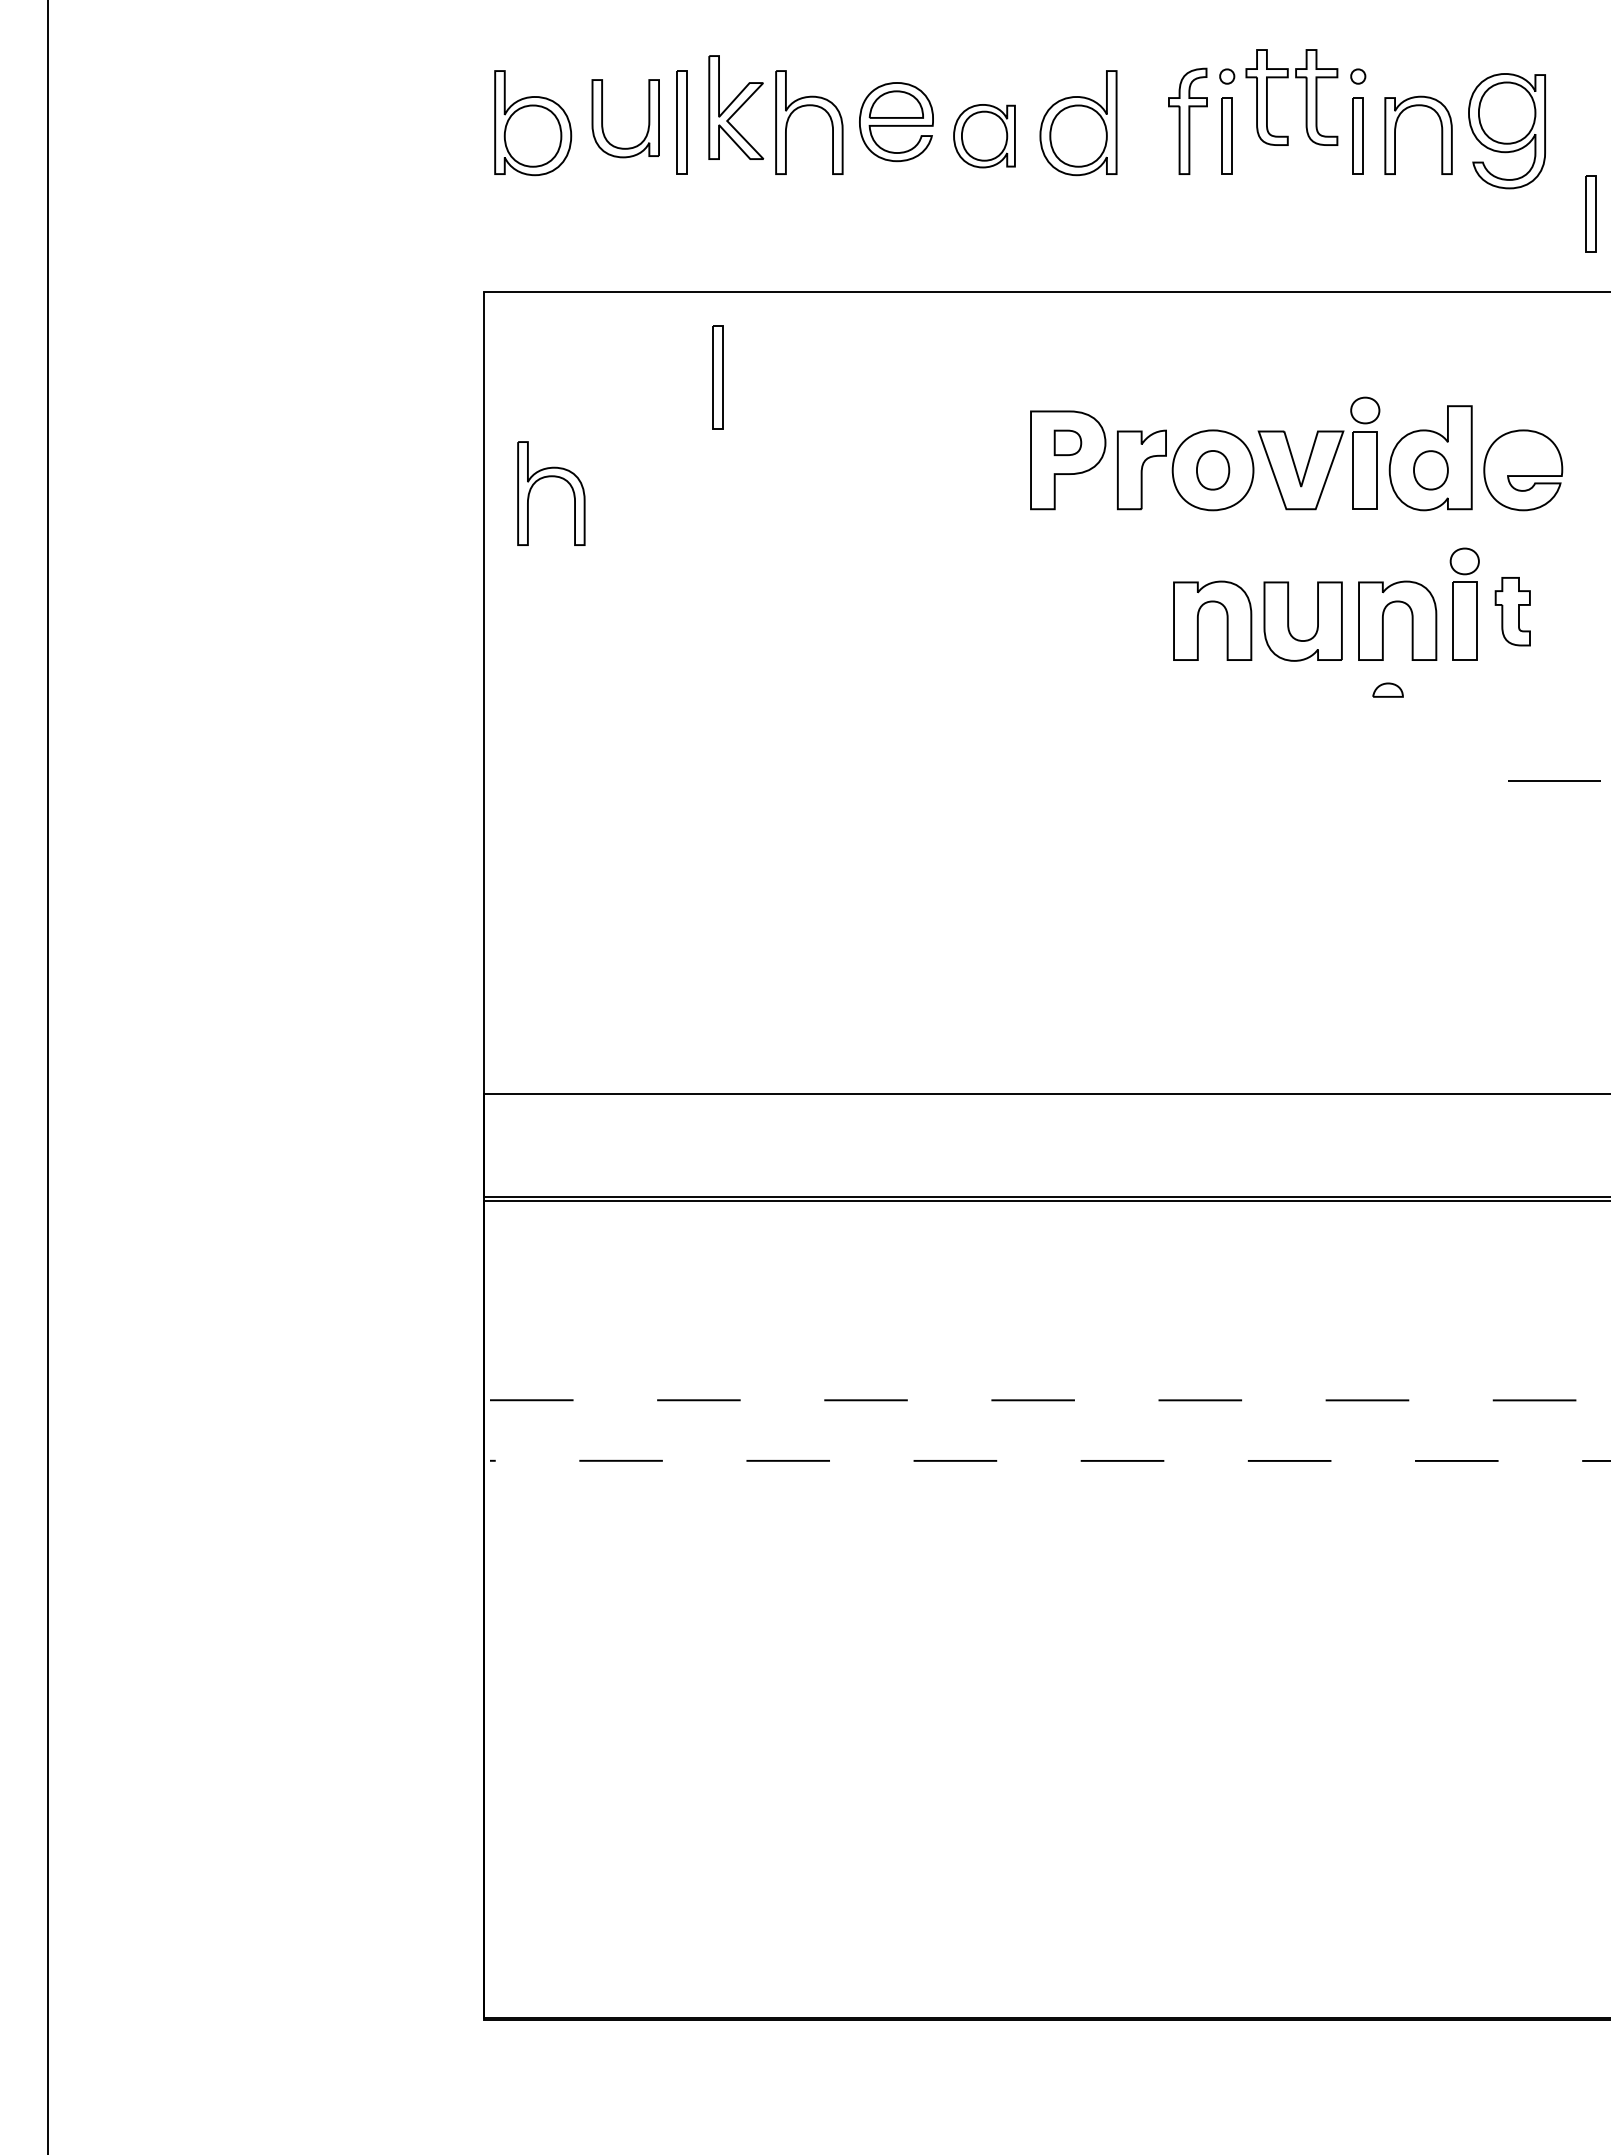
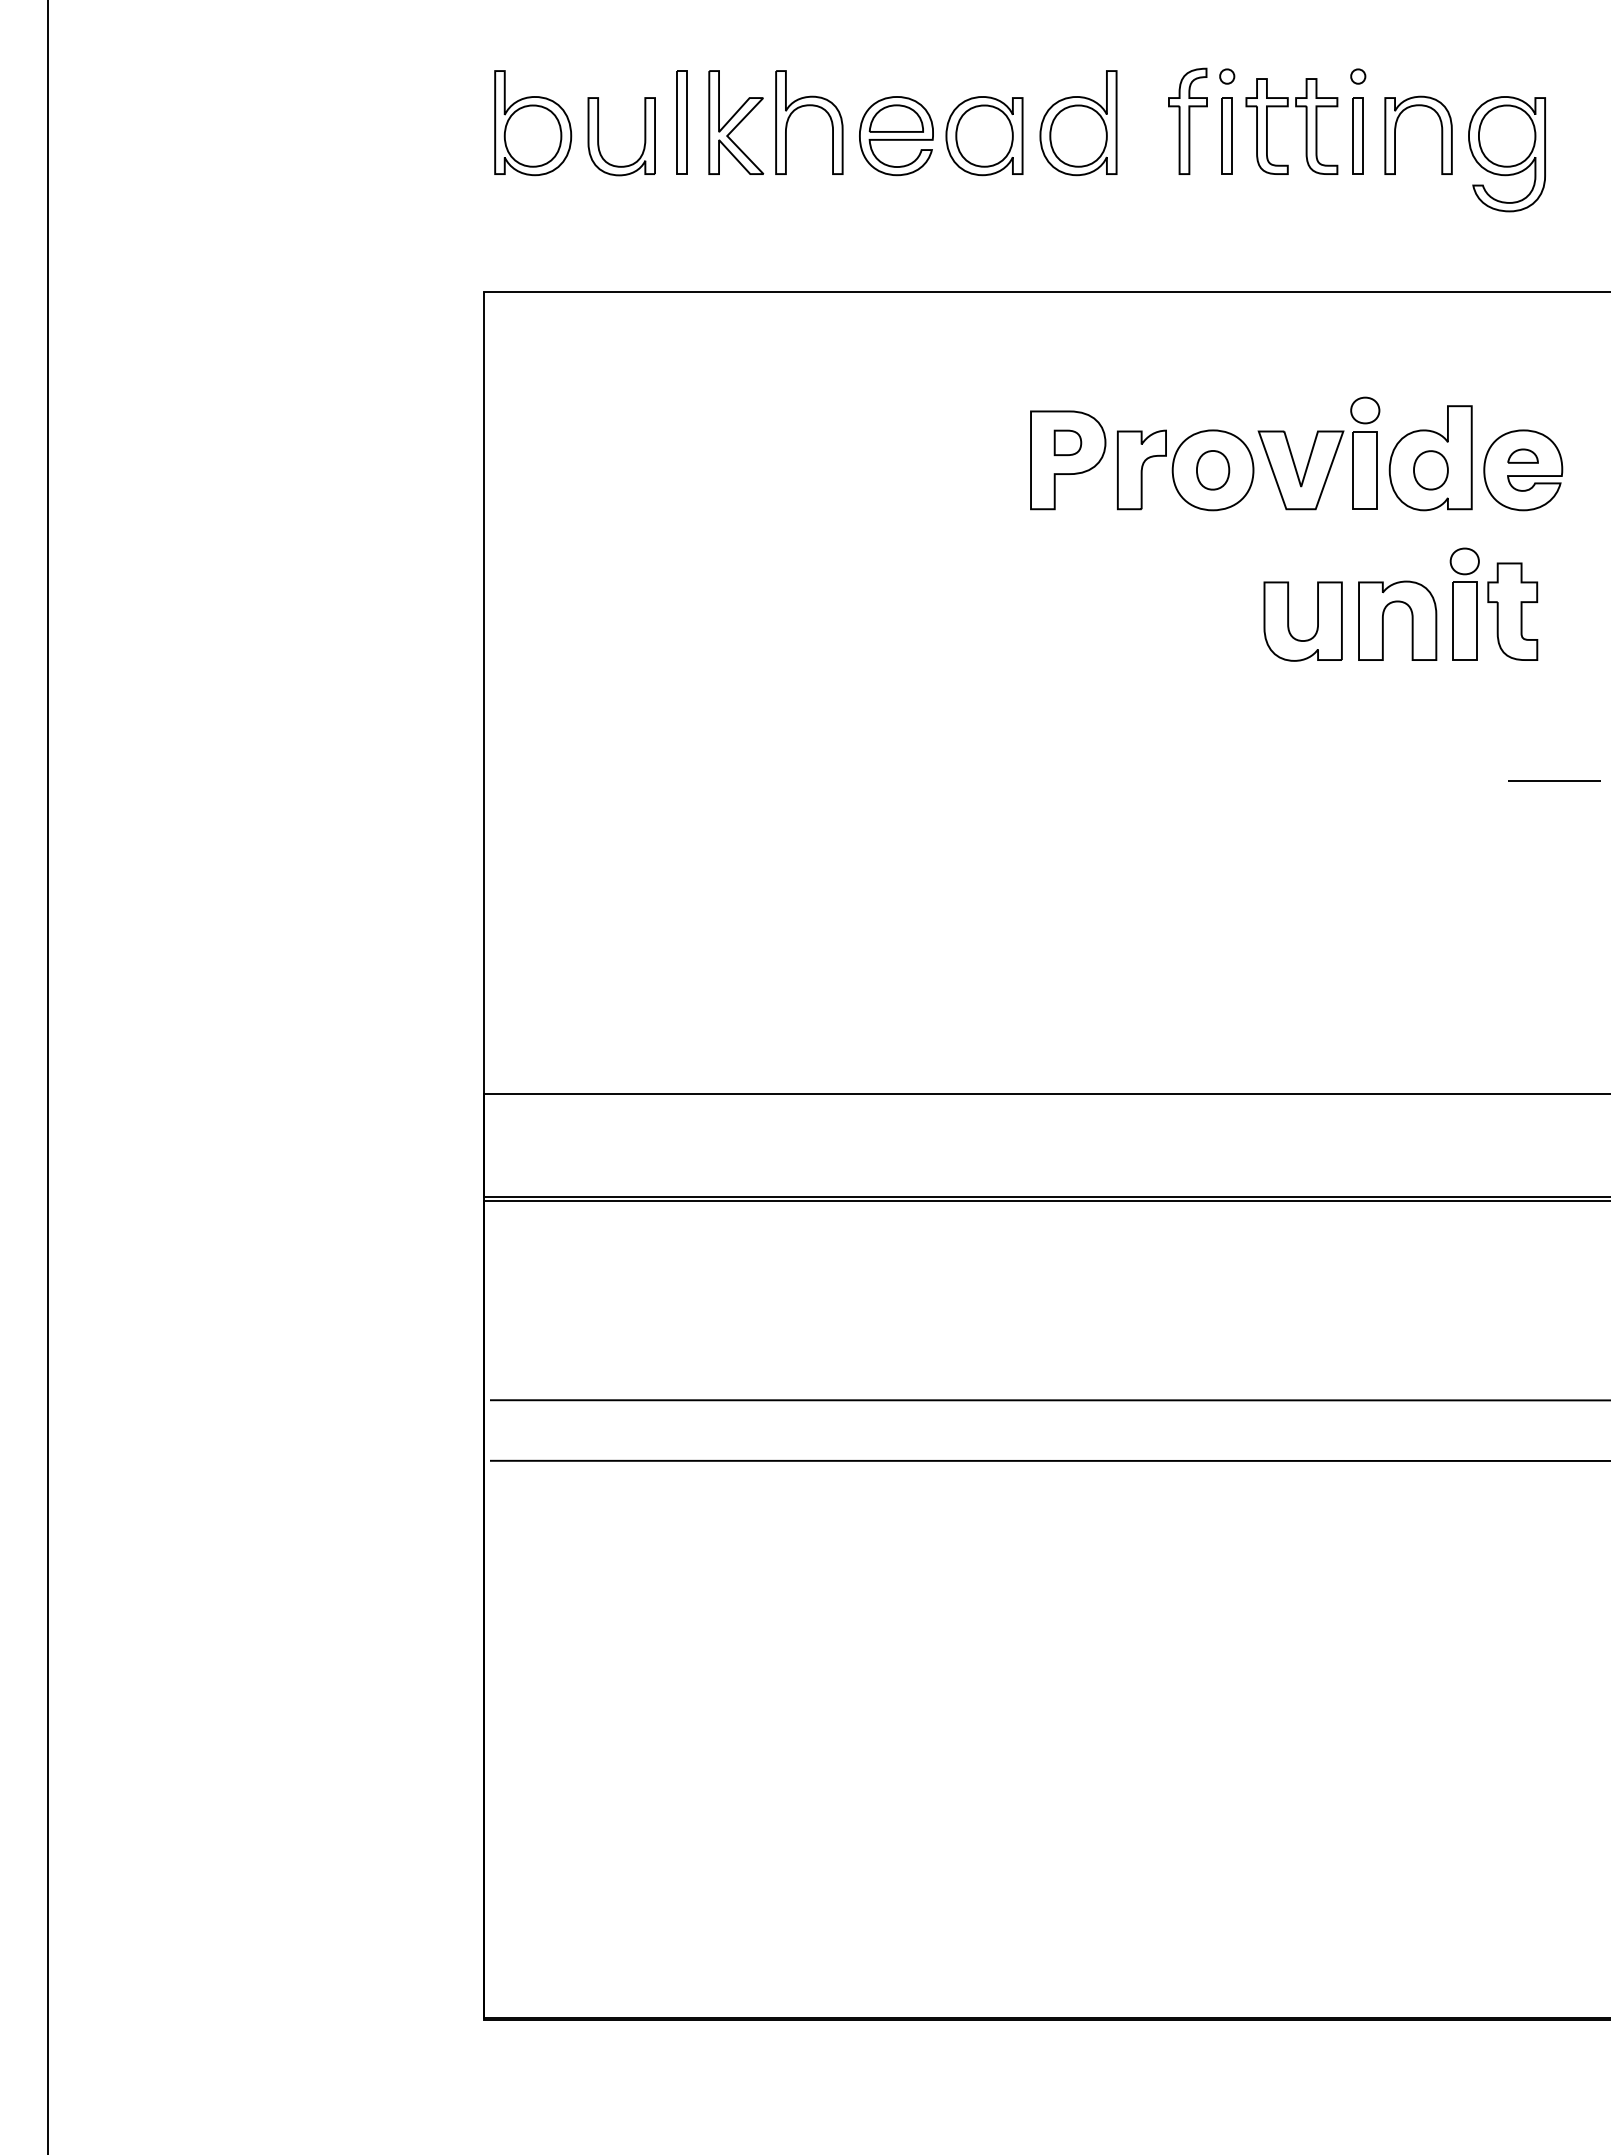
part at (1305, 97) position: (1305, 97) -> (1305, 126)
part at (736, 107) position: (736, 107) -> (736, 122)
part at (602, 118) position: (602, 118) -> (598, 136)
part at (896, 122) position: (896, 122) -> (896, 136)
part at (1506, 131) position: (1506, 131) -> (1506, 154)
part at (984, 136) size: 63x65 px -> 79x81 px
part at (1590, 213): present -> none
part at (717, 377): present -> none
part at (551, 477): present -> none
part at (1512, 611) size: 37x70 px -> 52x99 px
part at (1198, 620): present -> none
part at (1387, 689) position: (1387, 689) -> (1522, 455)
line at (1610, 1460): dashed -> solid
